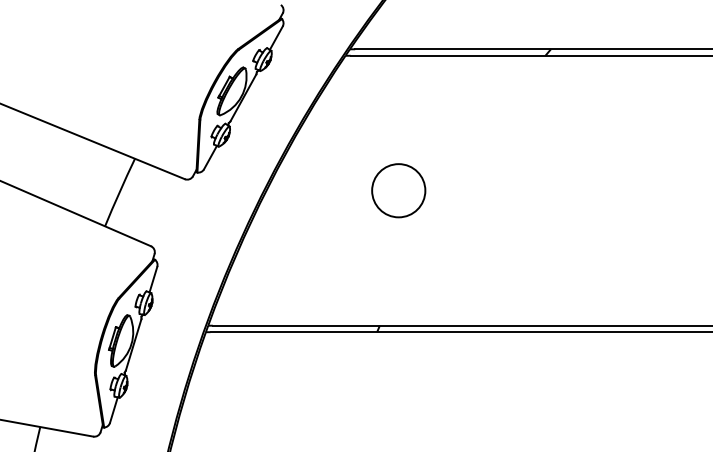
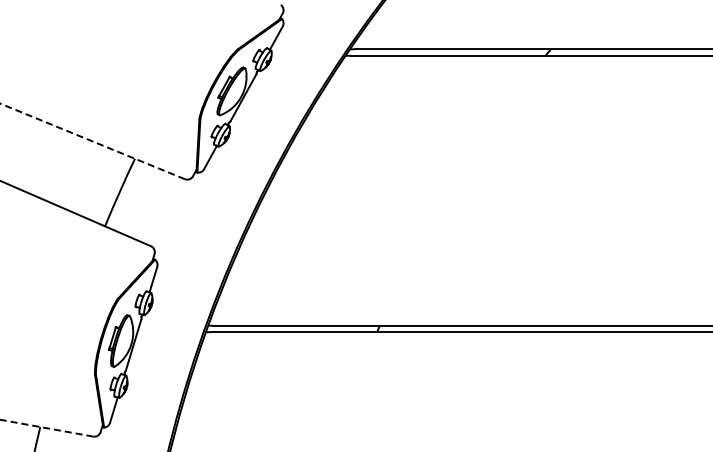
line at (92, 141): solid -> dashed
circle at (398, 190): present -> none
line at (47, 428): solid -> dashed
